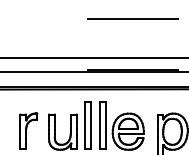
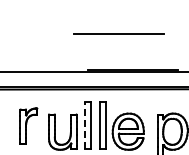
line at (132, 18) position: (132, 18) -> (118, 33)
line at (93, 57): present -> none
line at (85, 125): solid -> dashed
part at (28, 130) position: (28, 130) -> (28, 125)
